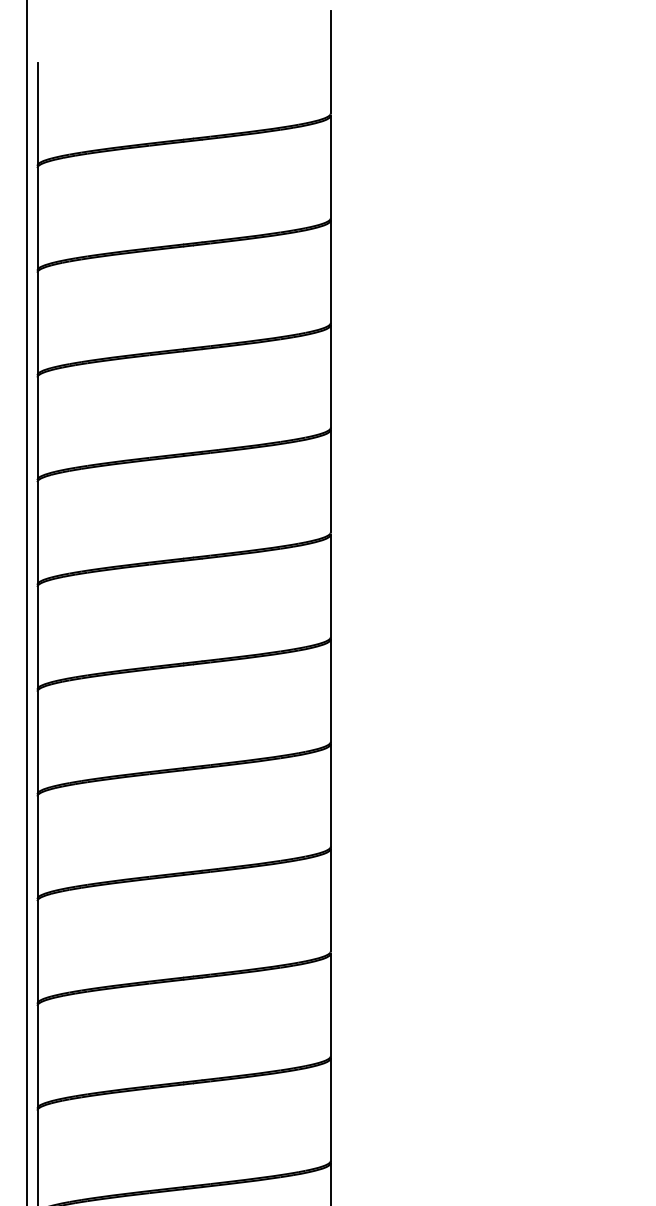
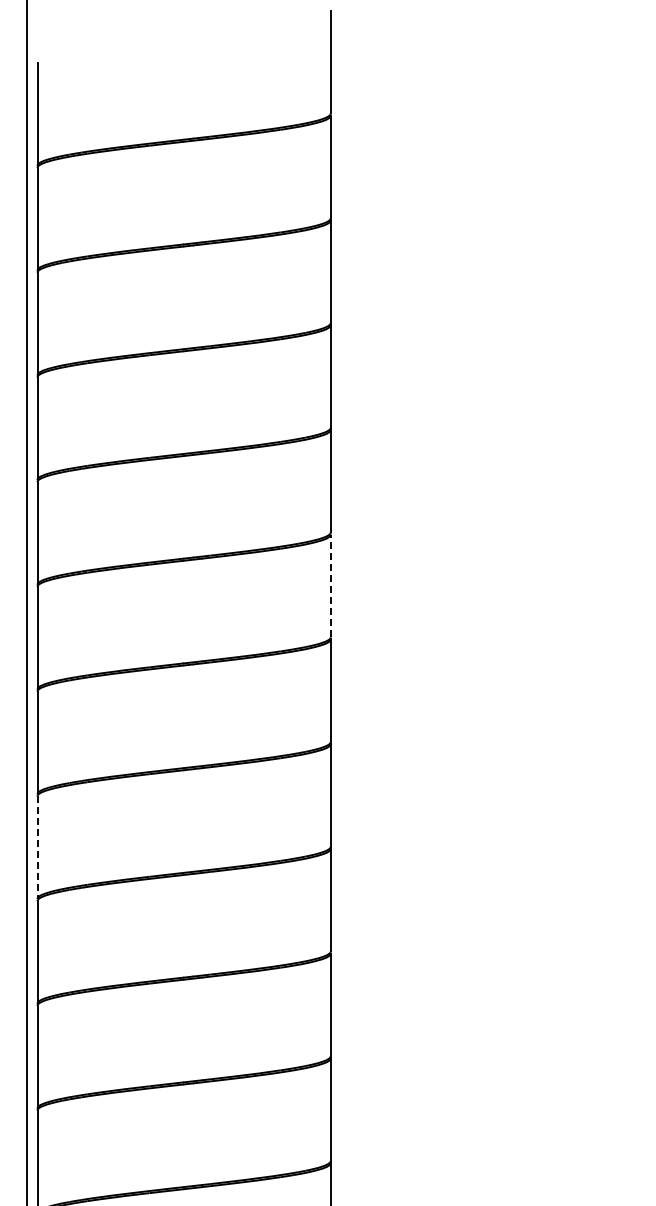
line at (330, 585): solid -> dashed
line at (37, 848): solid -> dashed
